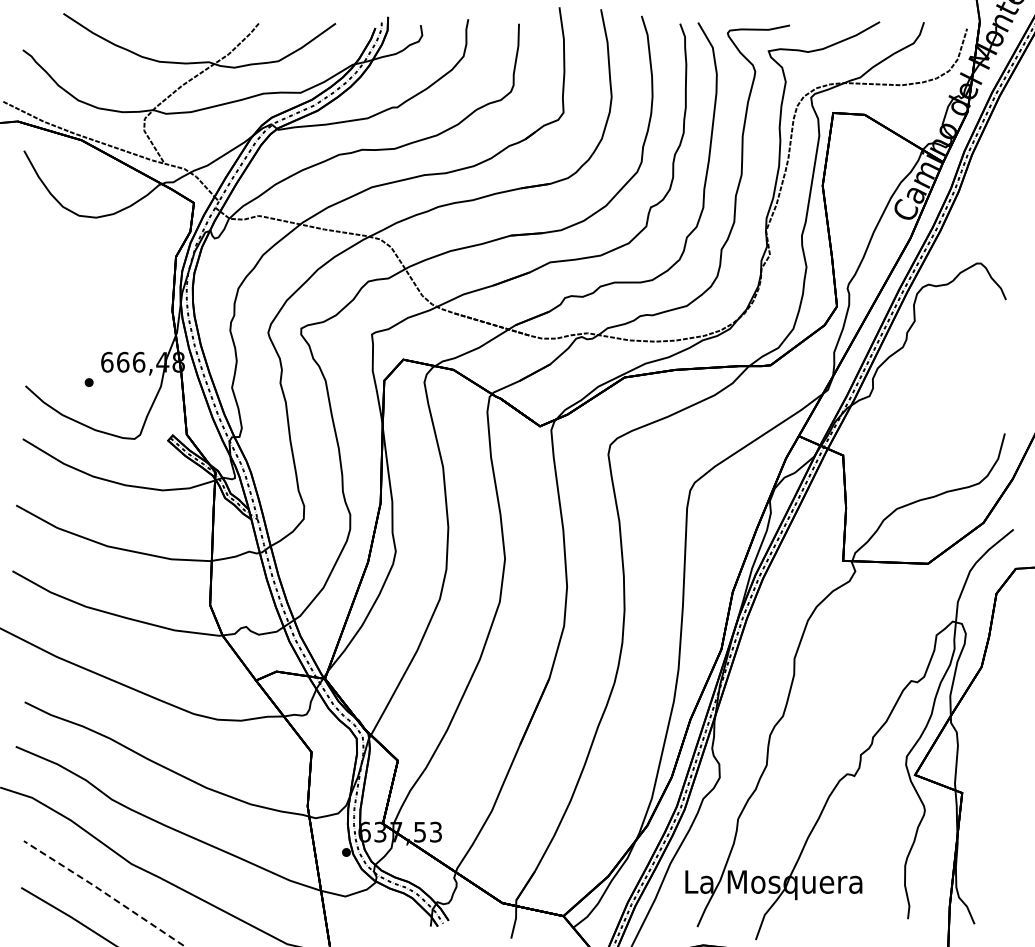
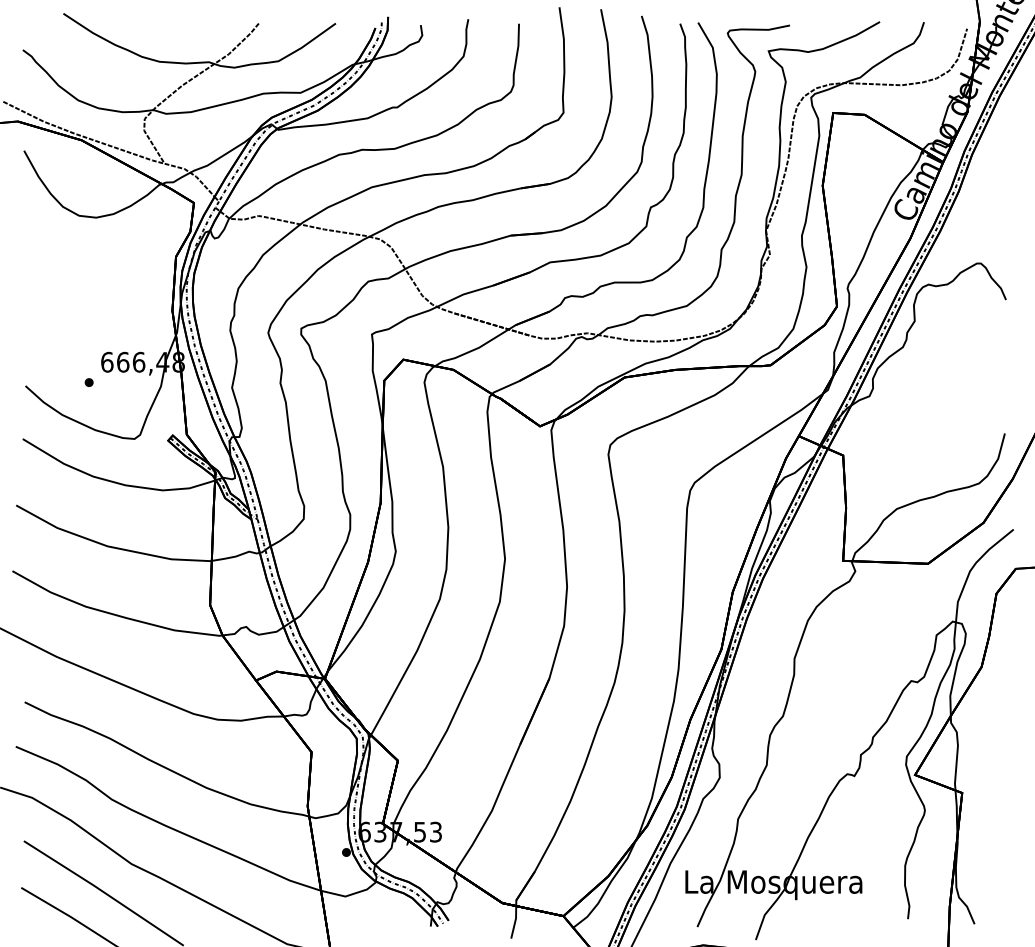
line at (103, 892): dashed -> solid
